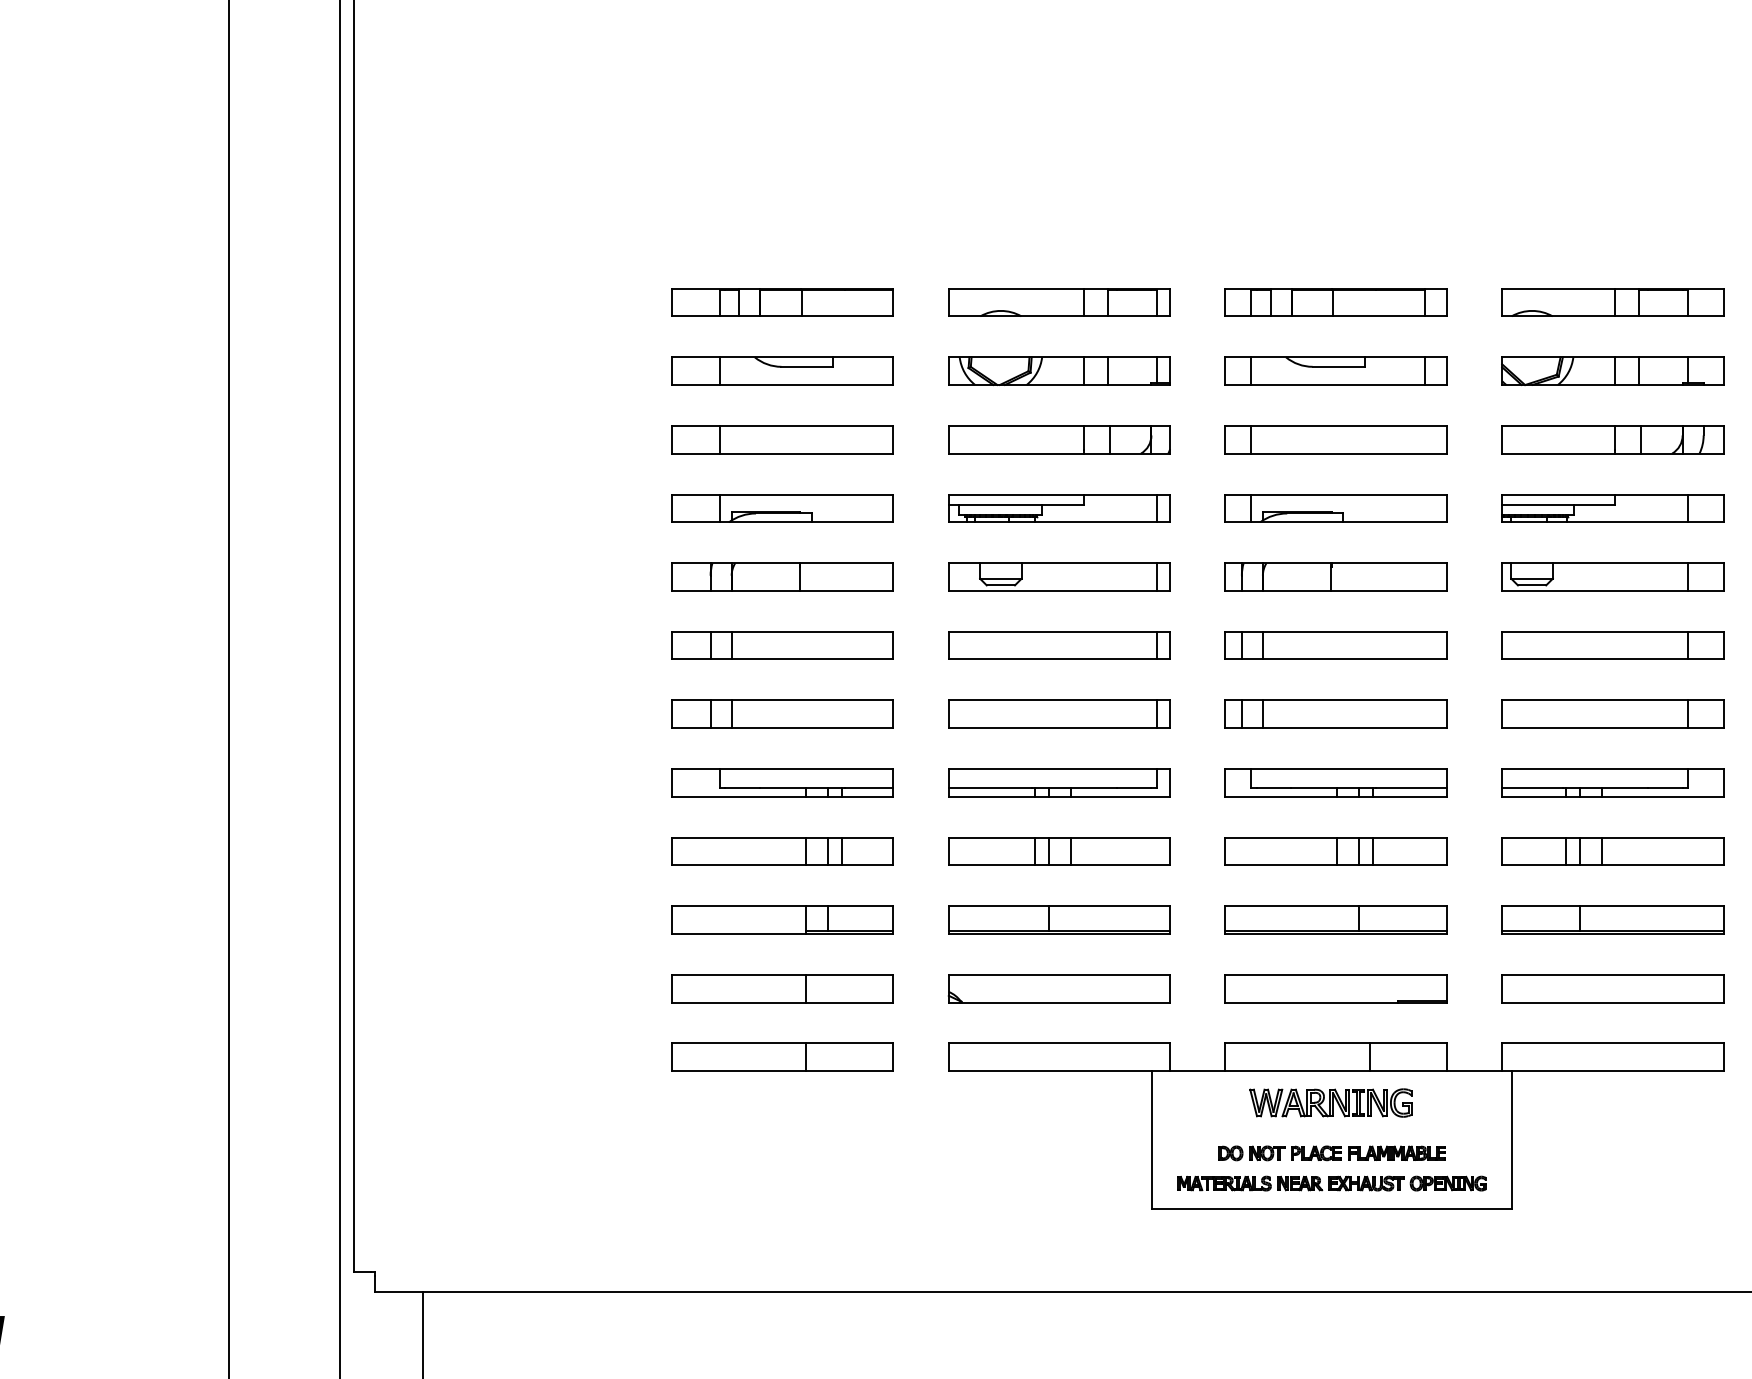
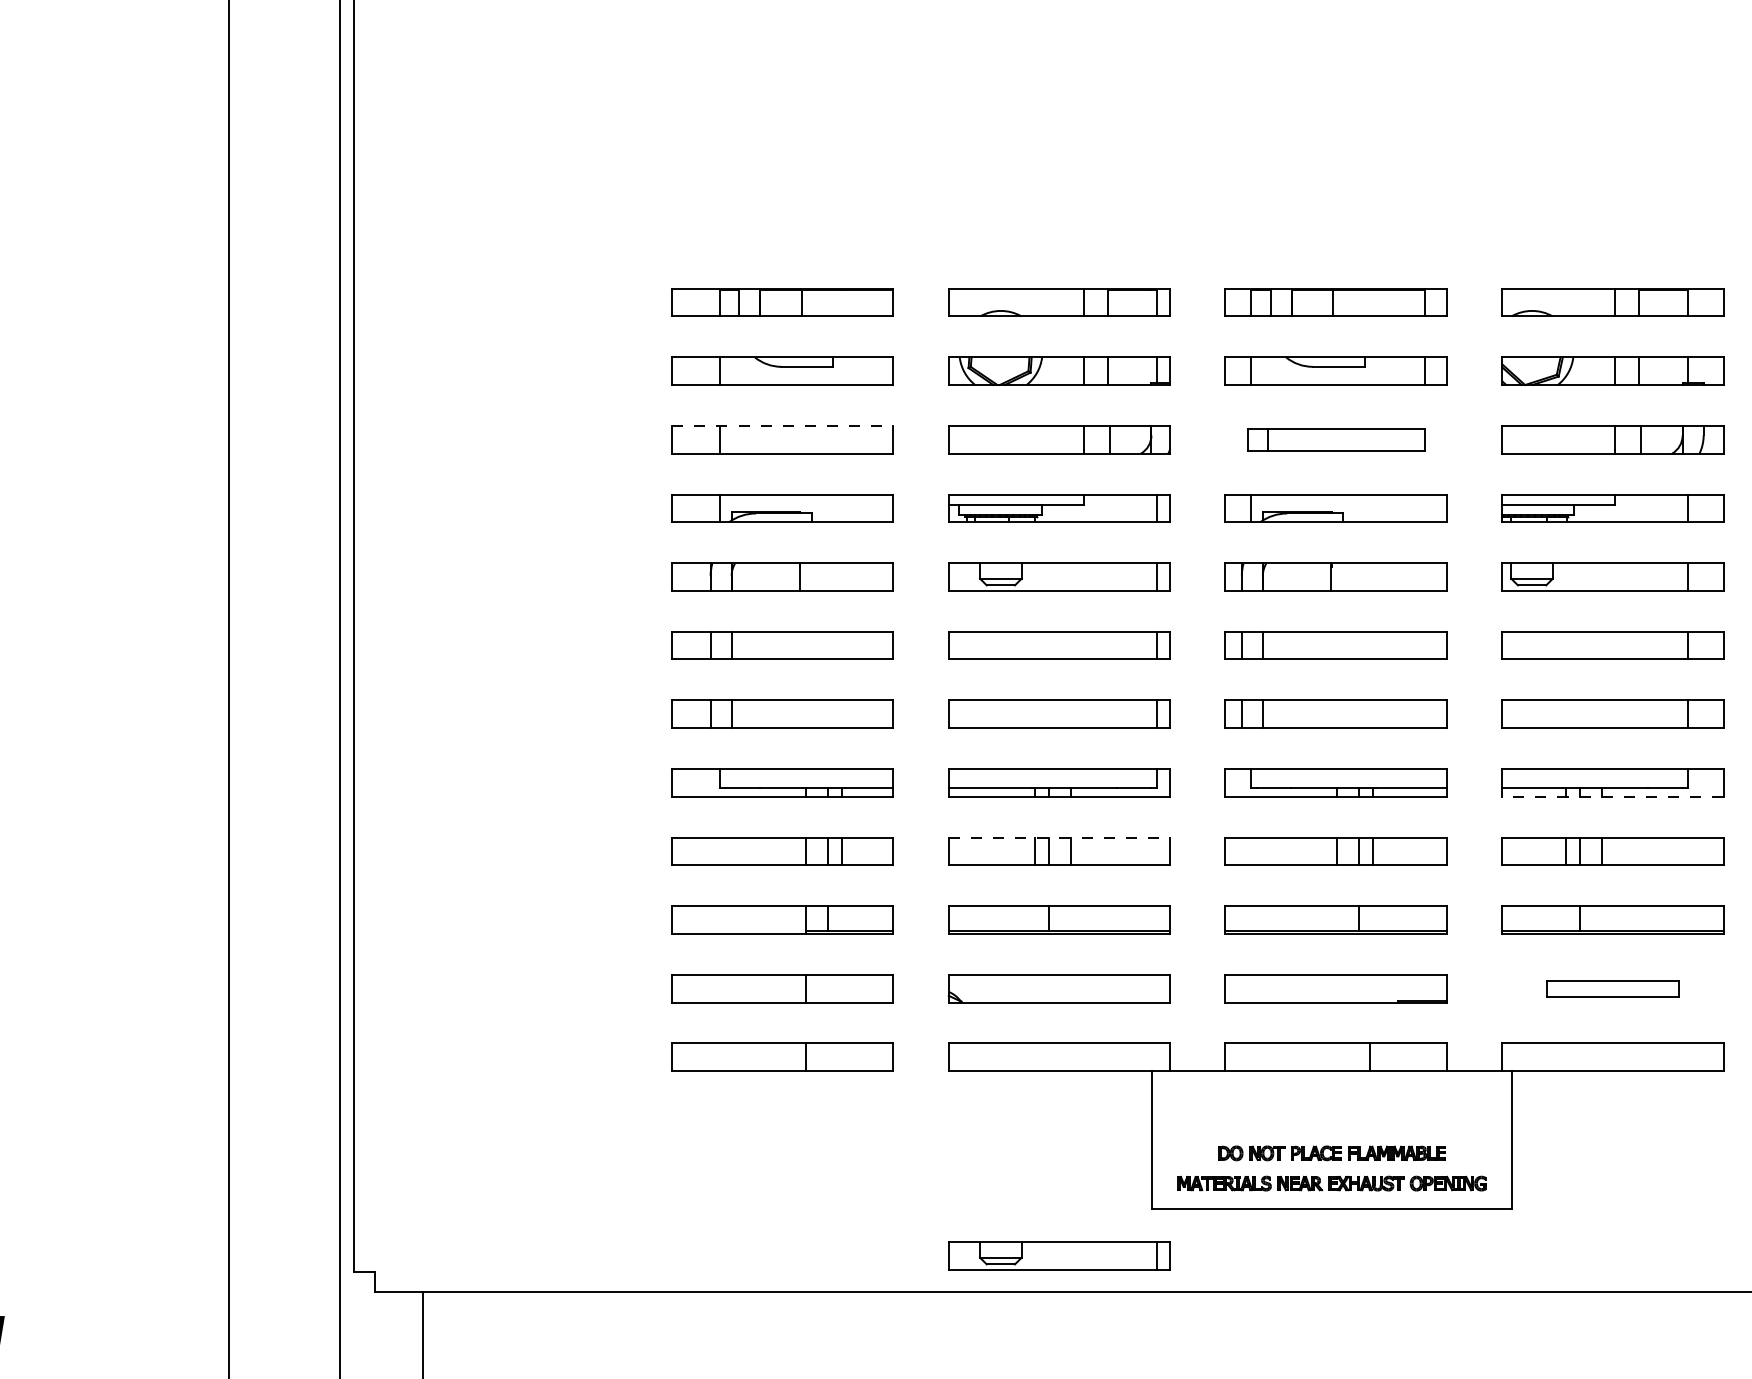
line at (782, 425): solid -> dashed
part at (1335, 439) size: 224x30 px -> 179x24 px
line at (1612, 796): solid -> dashed
line at (1059, 837): solid -> dashed
part at (1612, 988) size: 224x30 px -> 134x18 px
part at (1330, 1102): present -> none
part at (1059, 1255): none -> present
